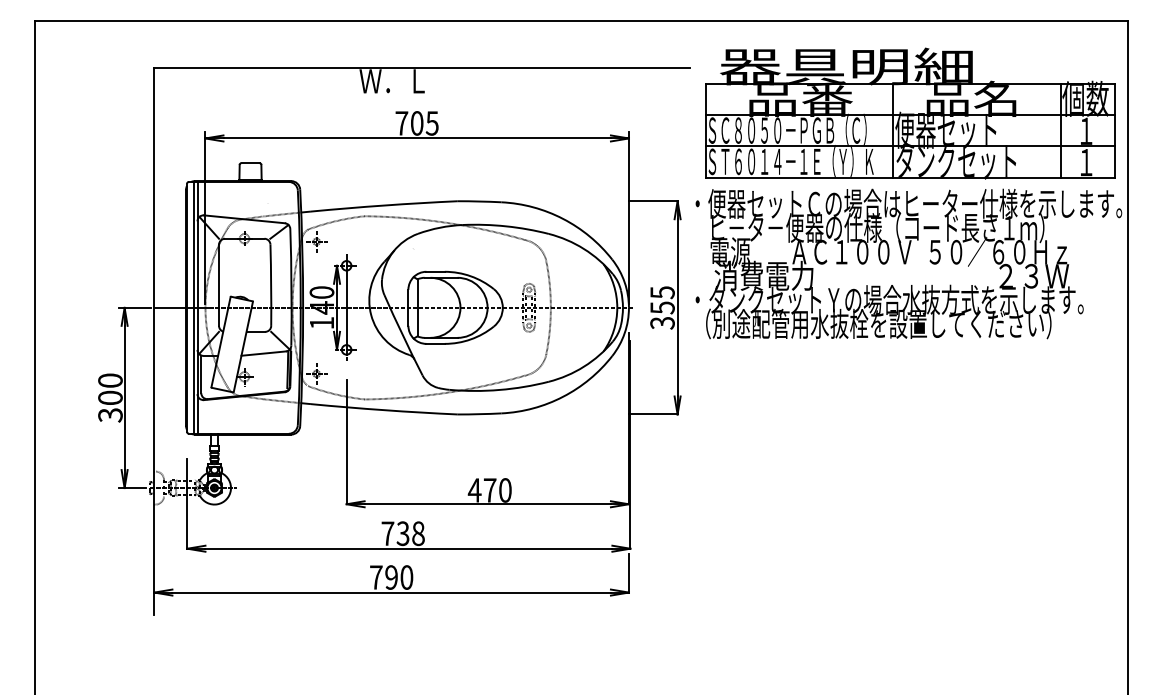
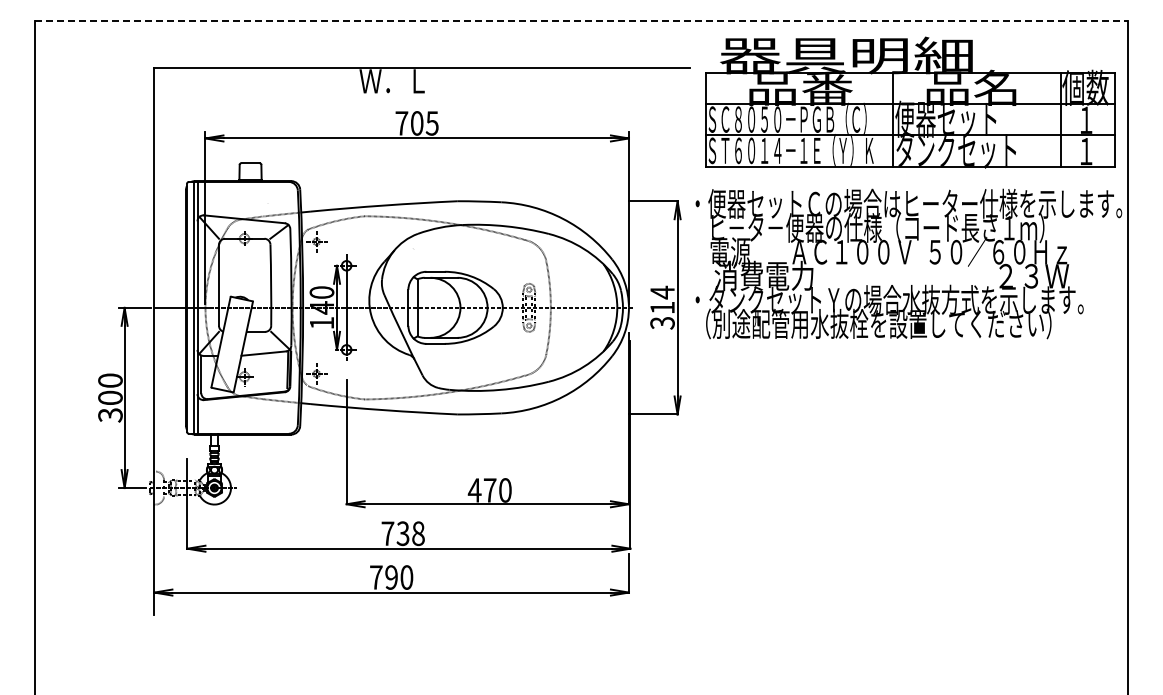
line at (581, 20): solid -> dashed
part at (910, 113) position: (910, 113) -> (910, 102)
text at (662, 299): 355 -> 314
